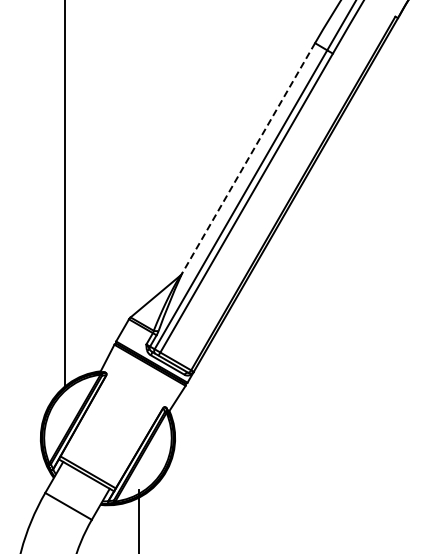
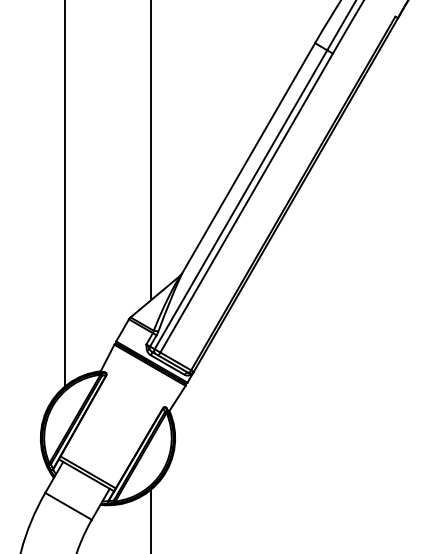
line at (150, 151): none -> present
line at (248, 158): dashed -> solid
line at (138, 519) position: (138, 519) -> (150, 519)
